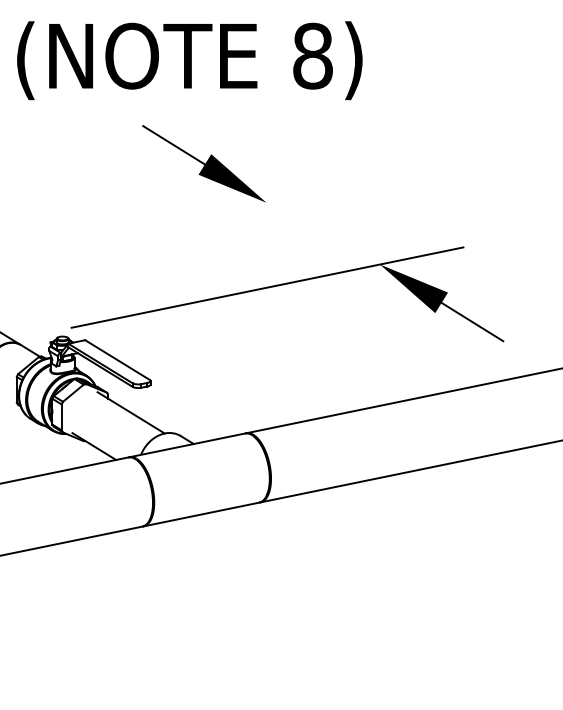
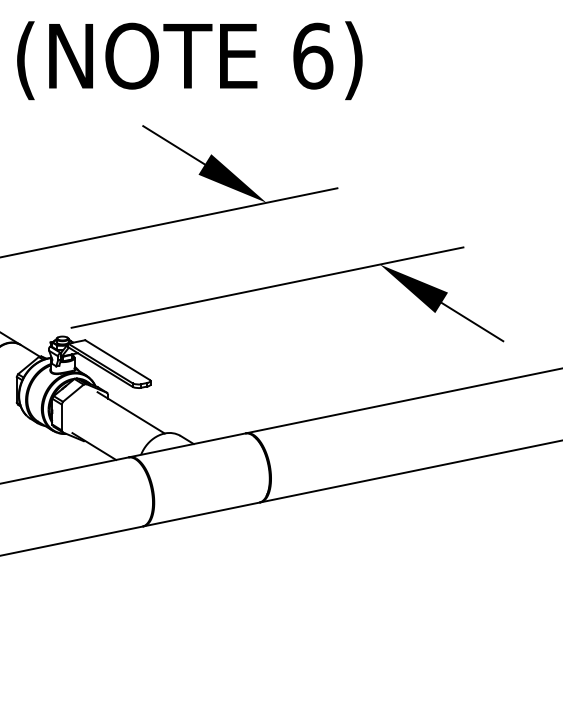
text at (313, 55): 8) -> 6)
line at (169, 222): none -> present
